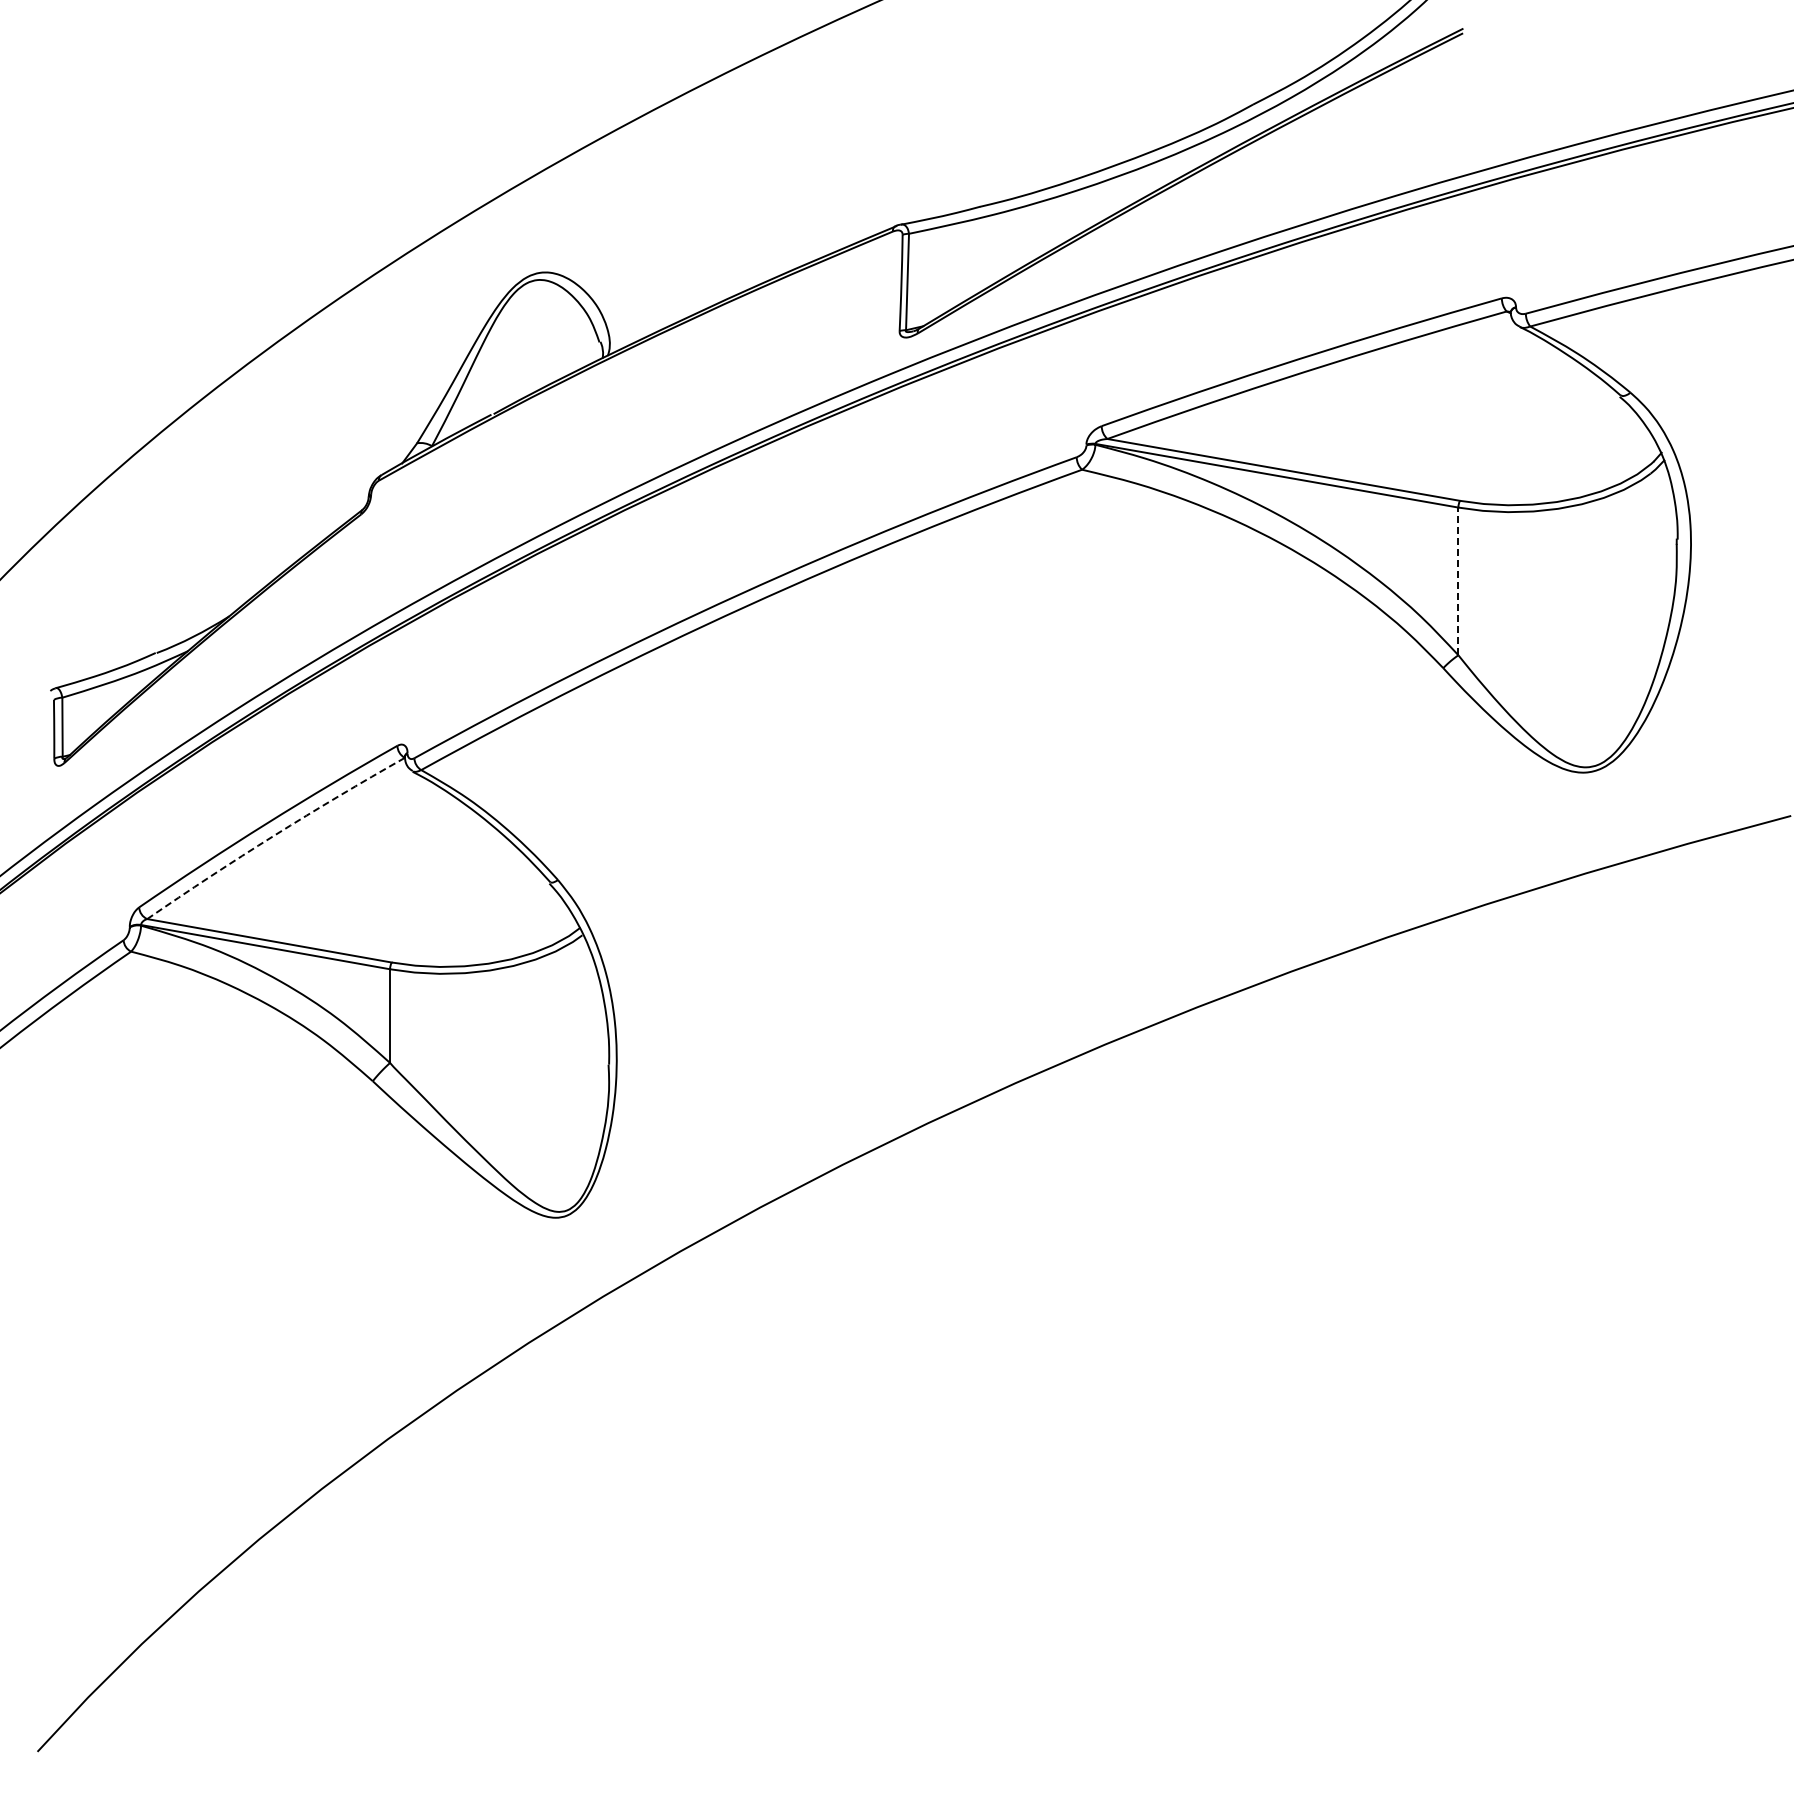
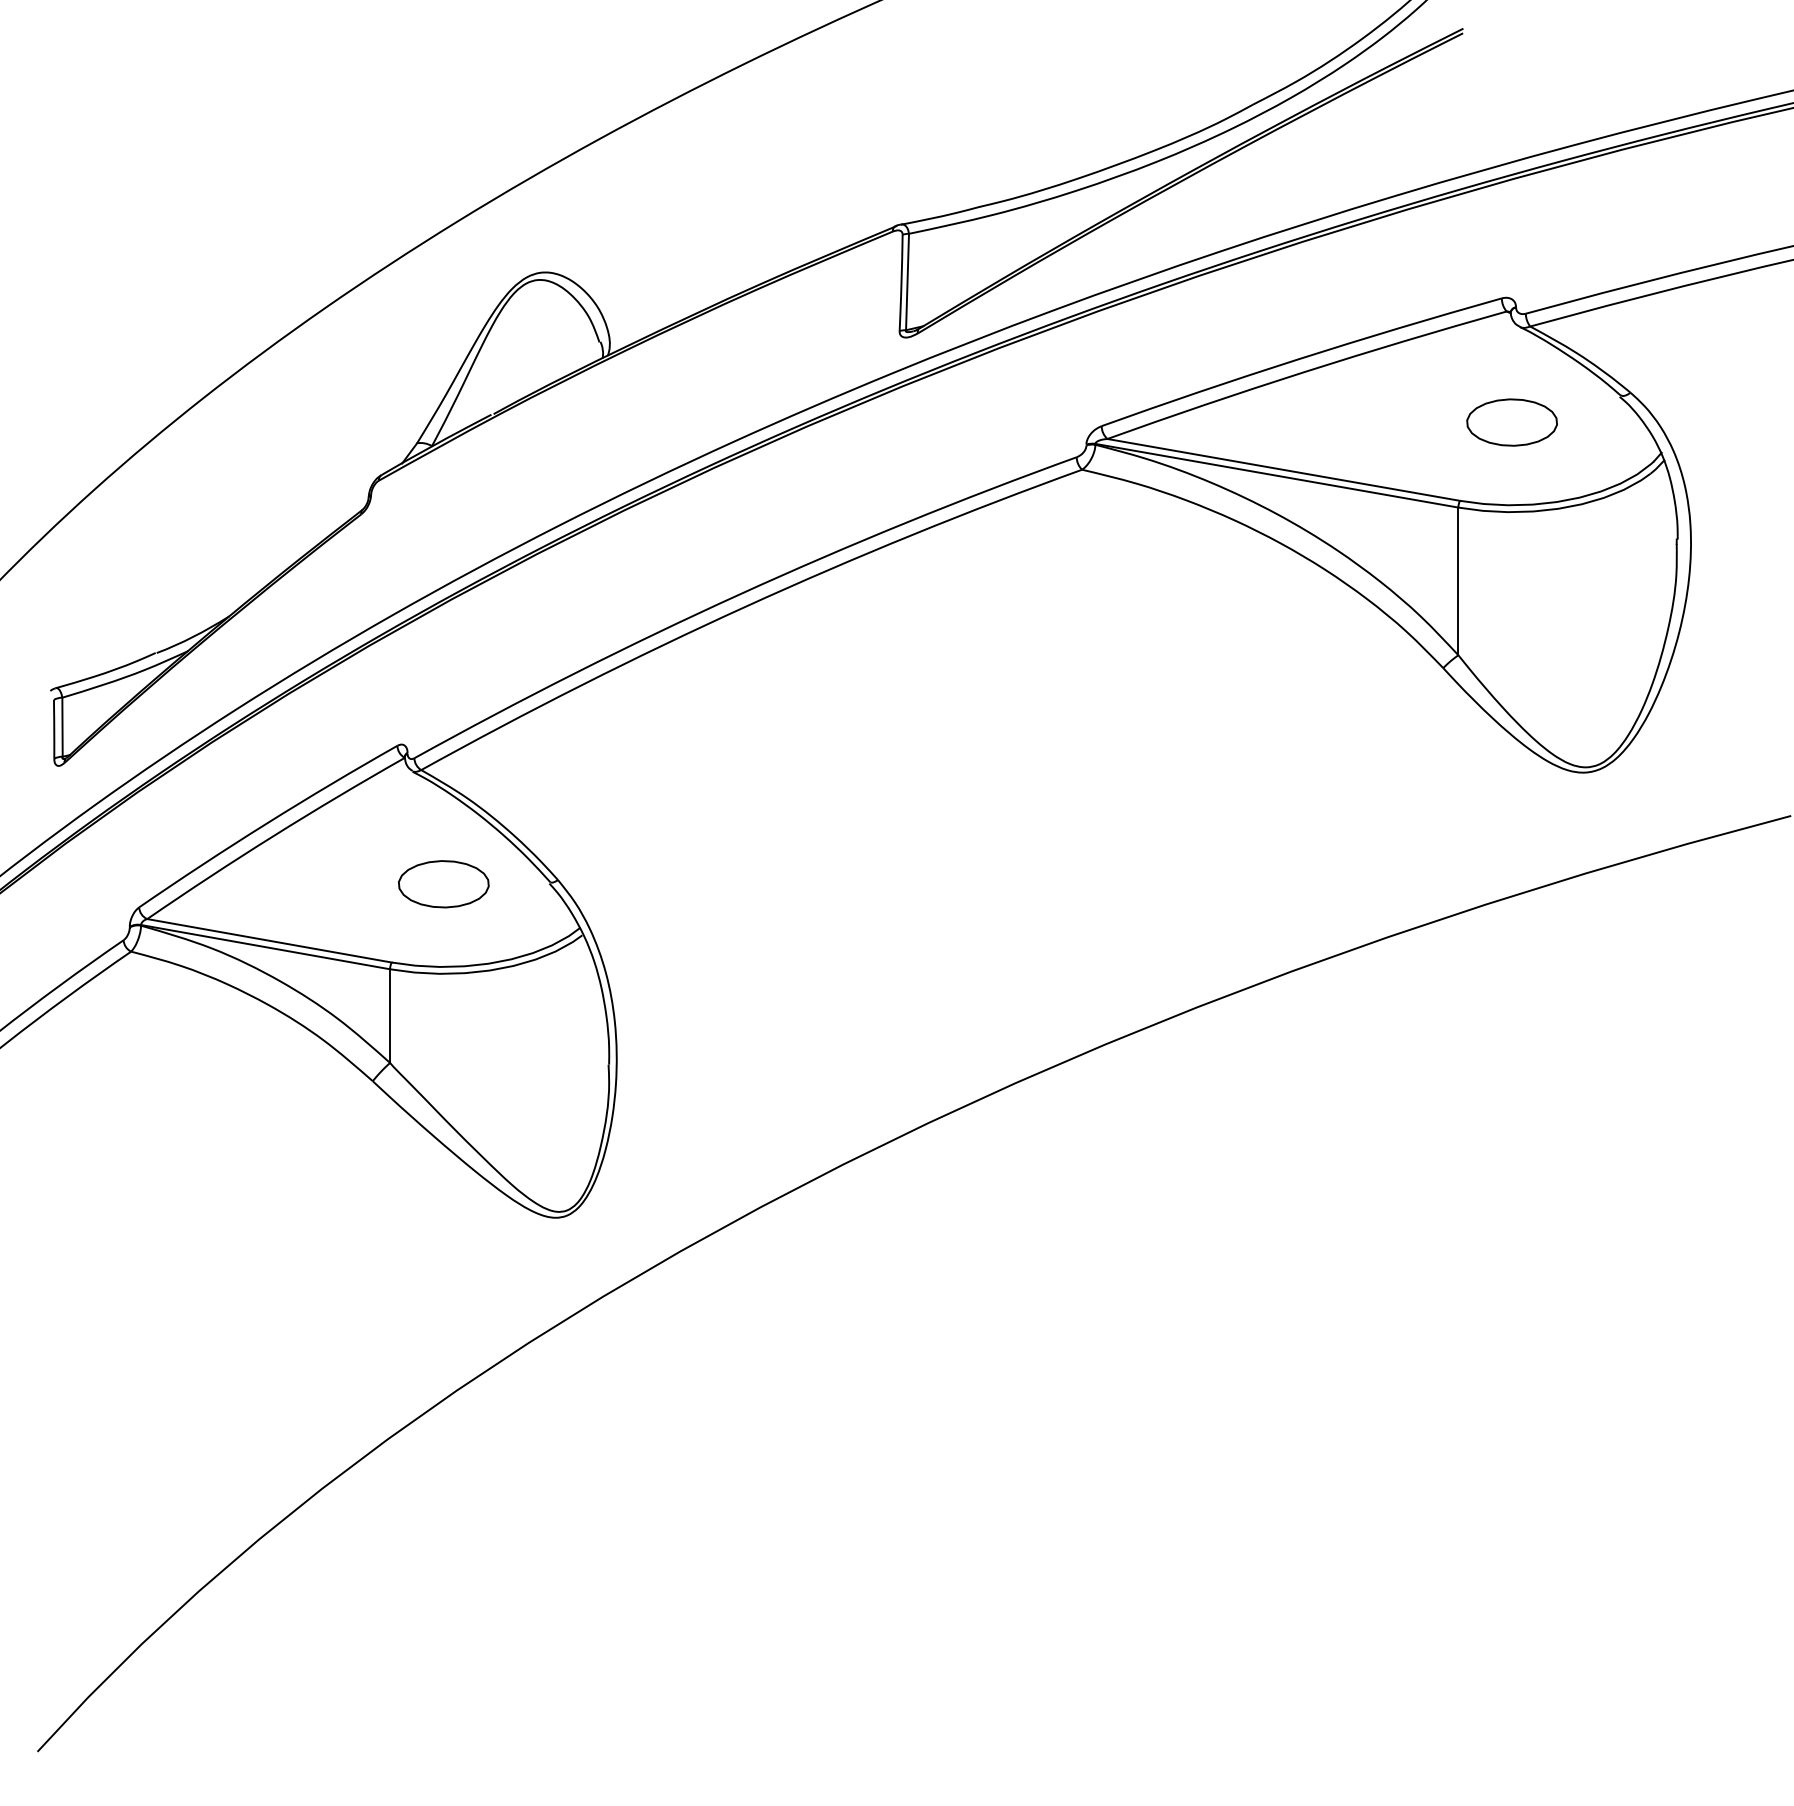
part at (1511, 422): none -> present
line at (1458, 581): dashed -> solid
arc at (274, 835): dashed -> solid
part at (443, 884): none -> present
